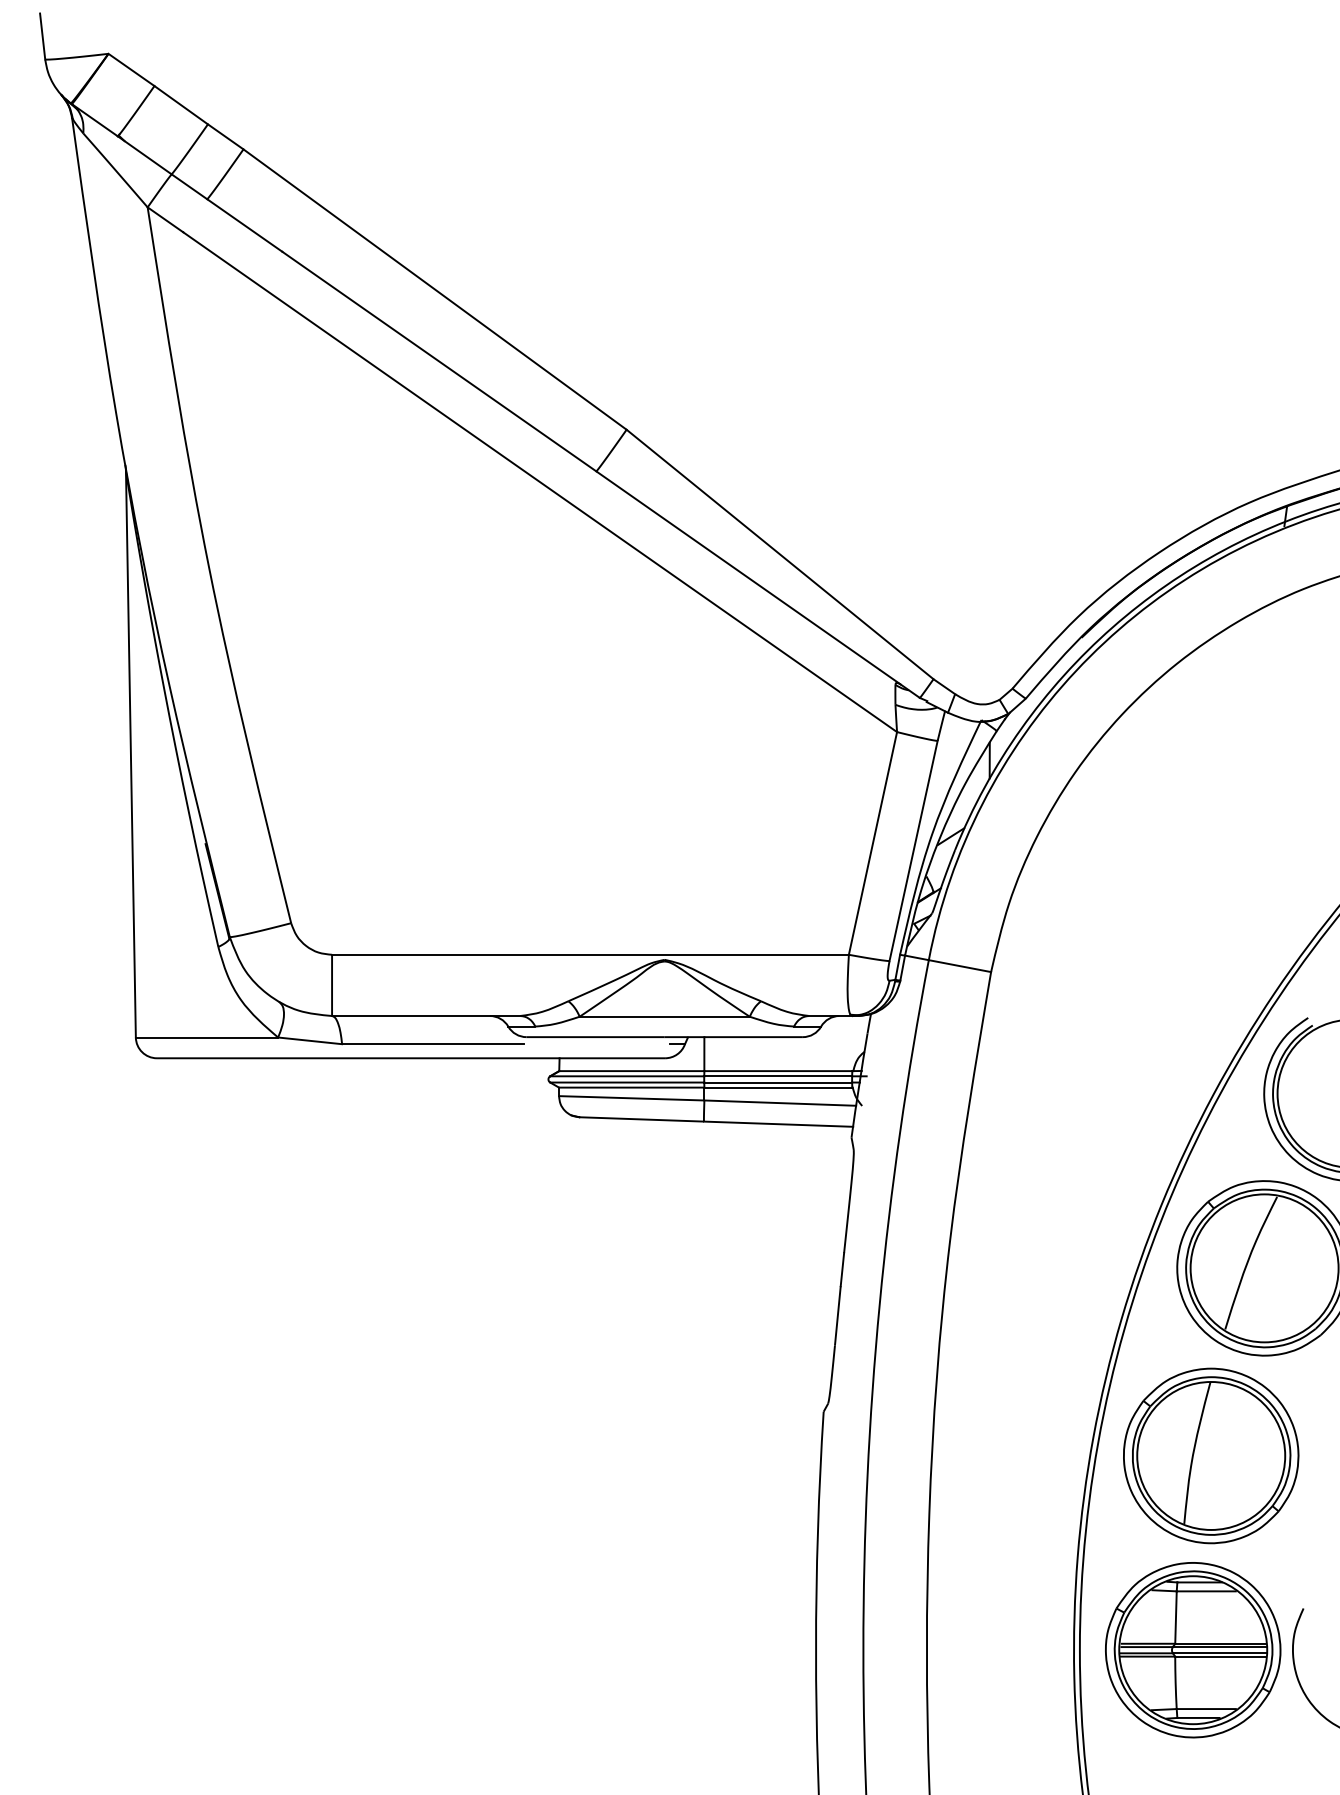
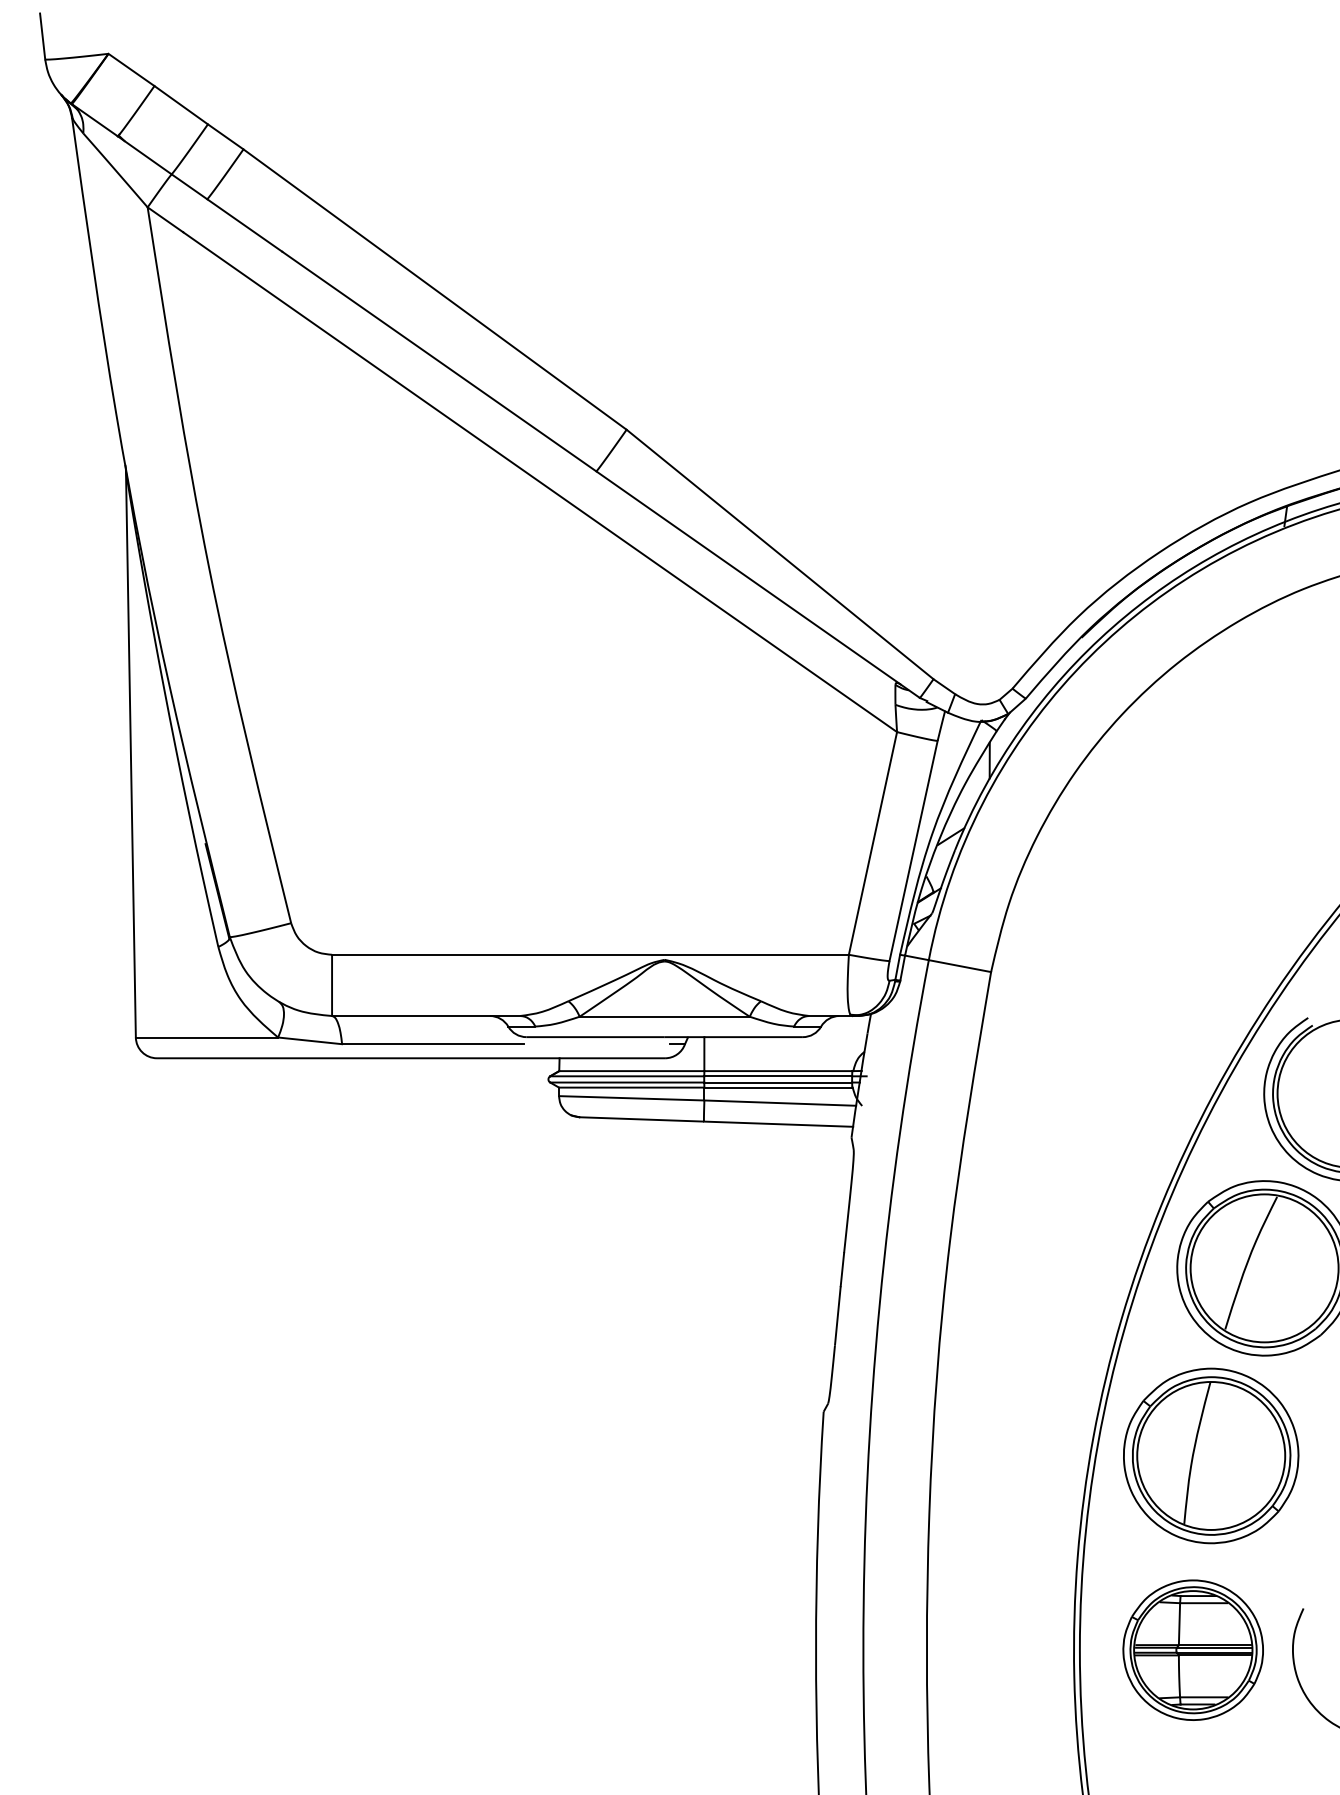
part at (1193, 1650) size: 177x177 px -> 142x142 px
